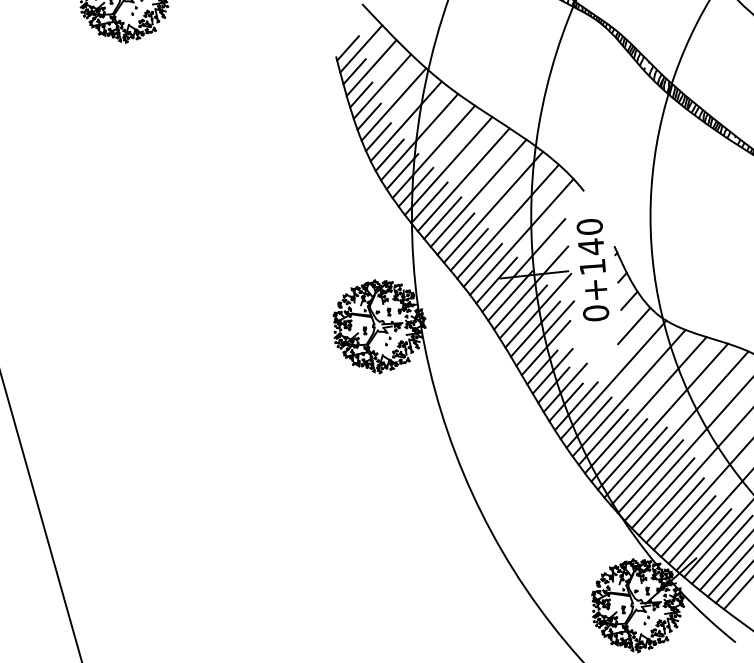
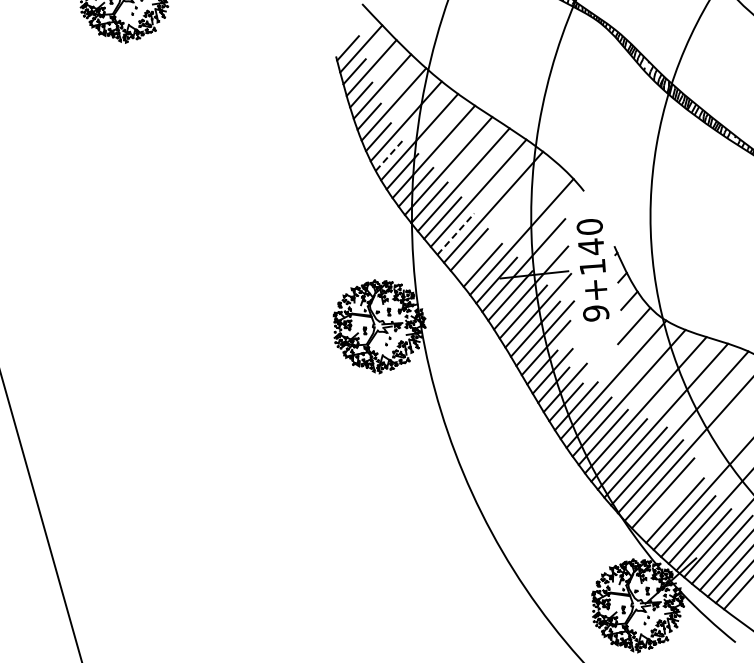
line at (390, 154): solid -> dashed
line at (507, 221): present -> none
line at (455, 234): solid -> dashed
text at (596, 313): 0+140 -> 9+140
line at (694, 472): present -> none
